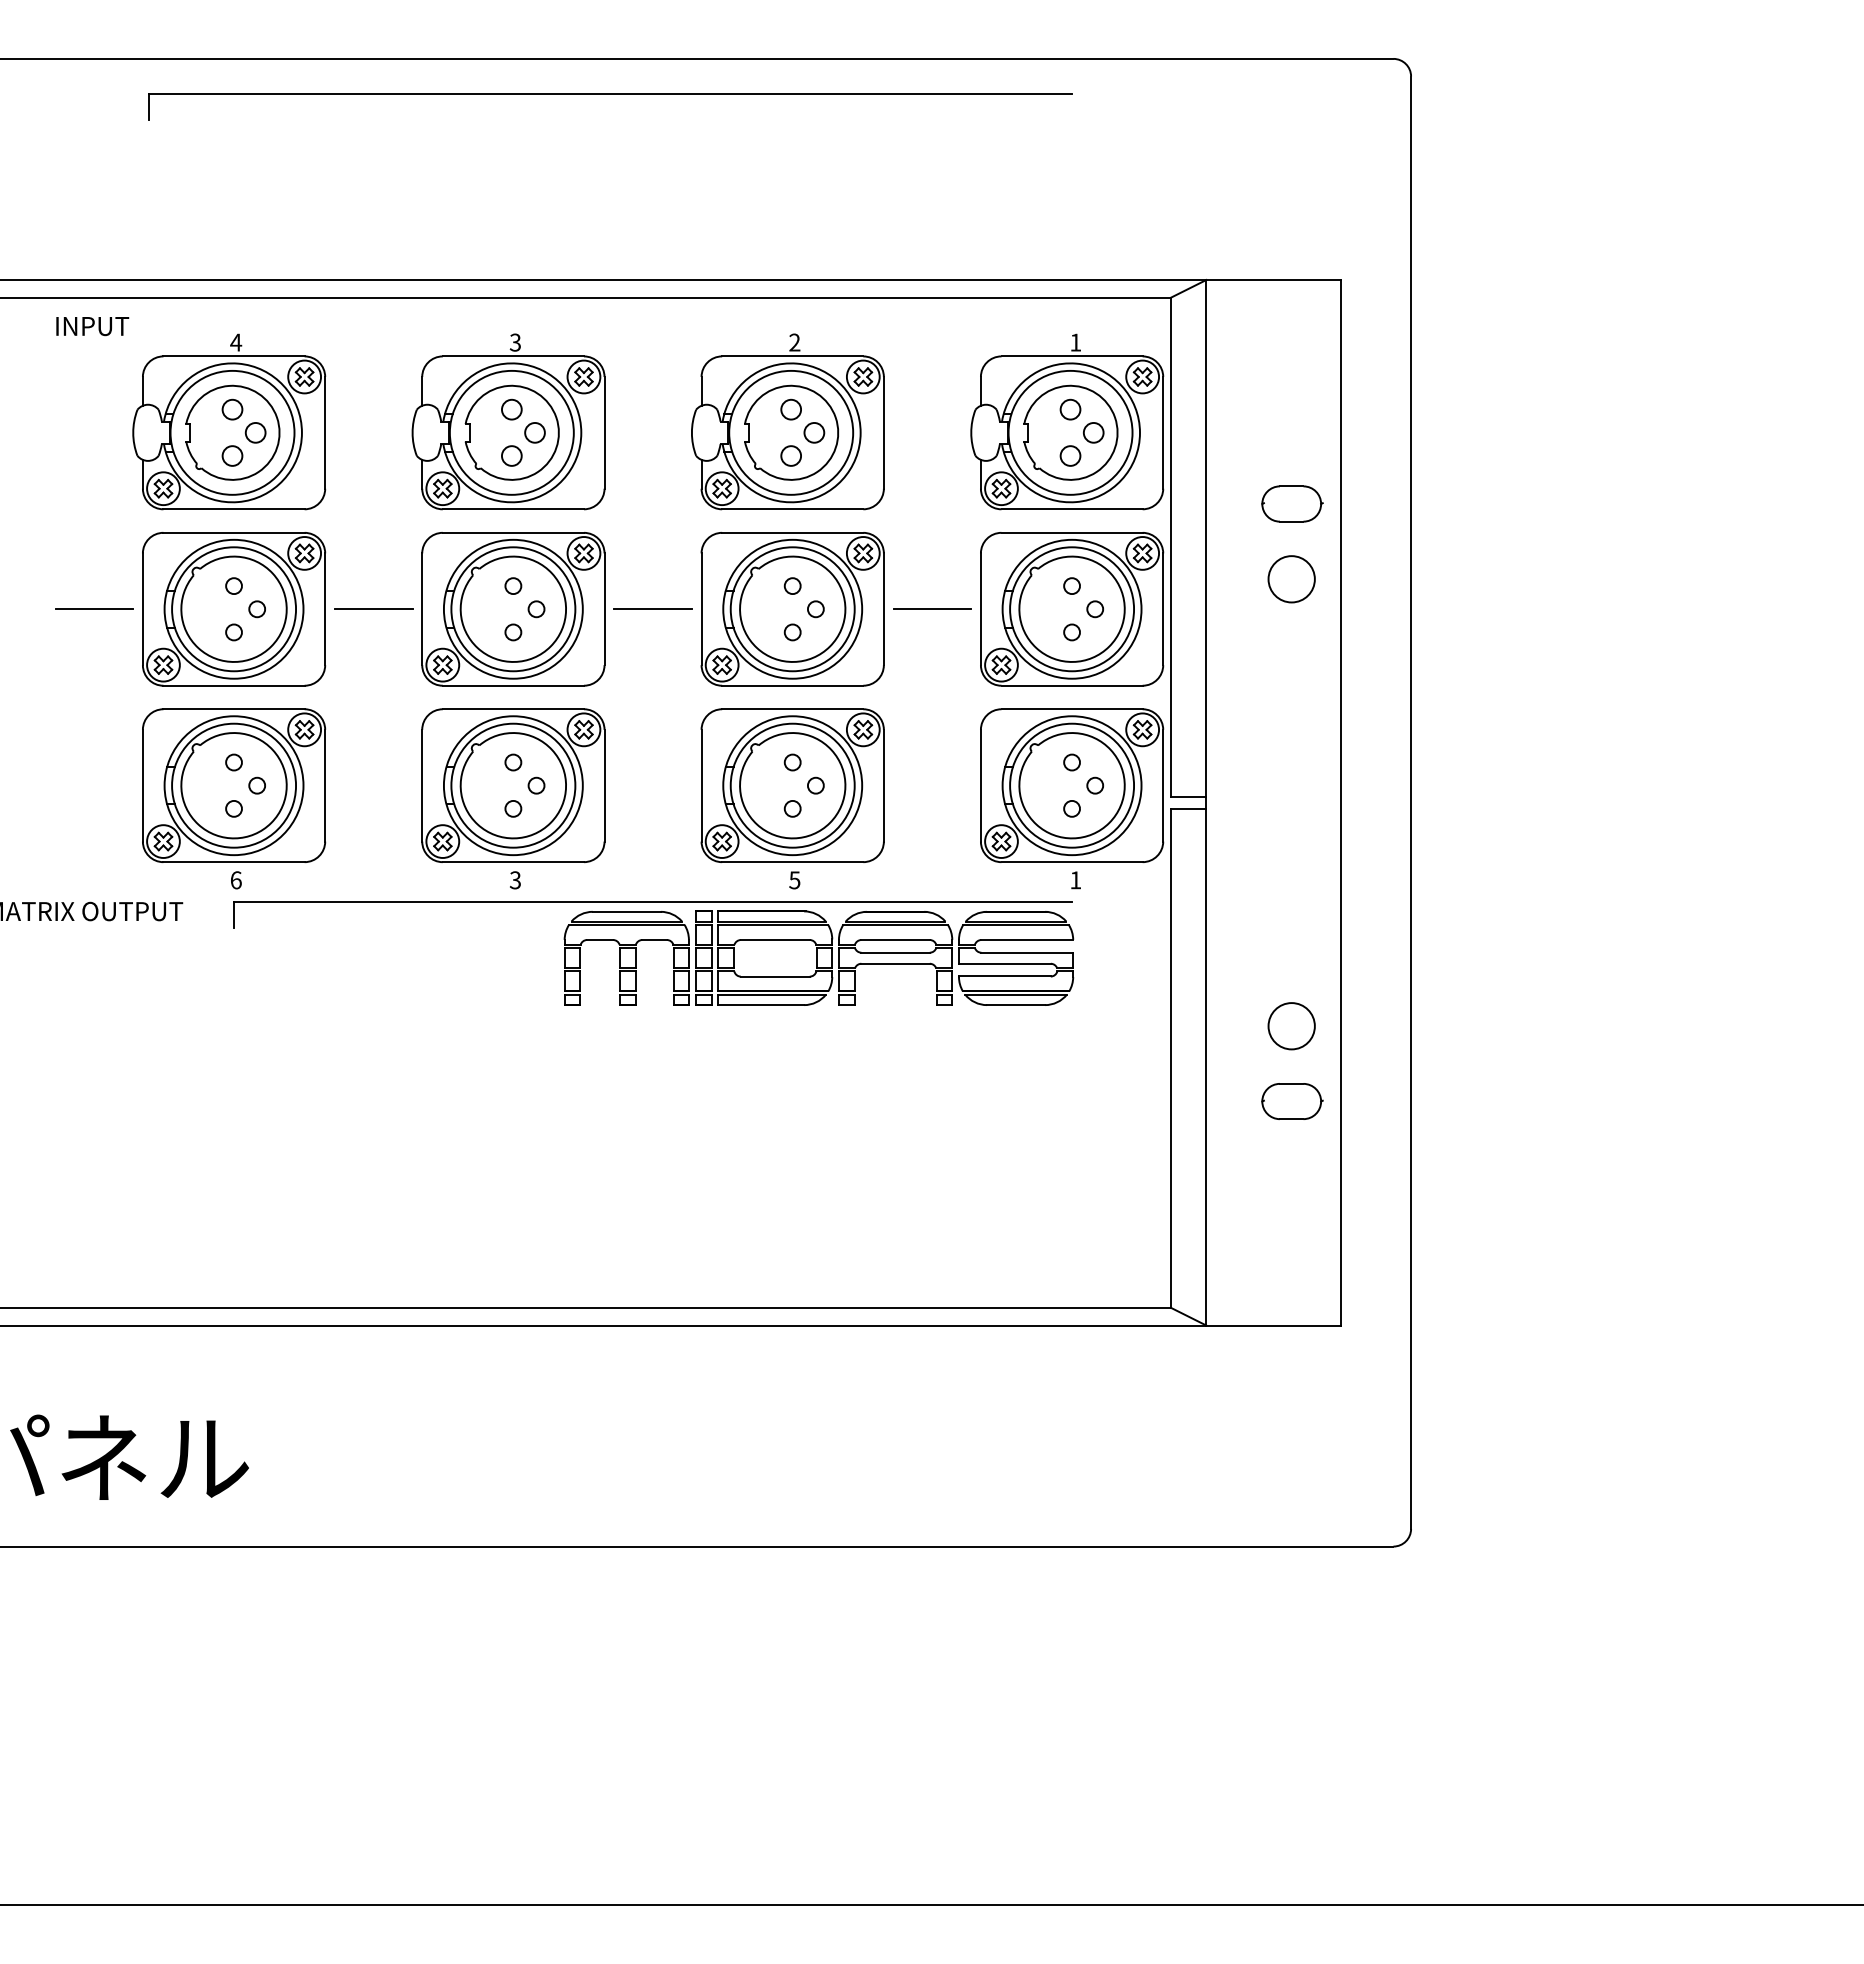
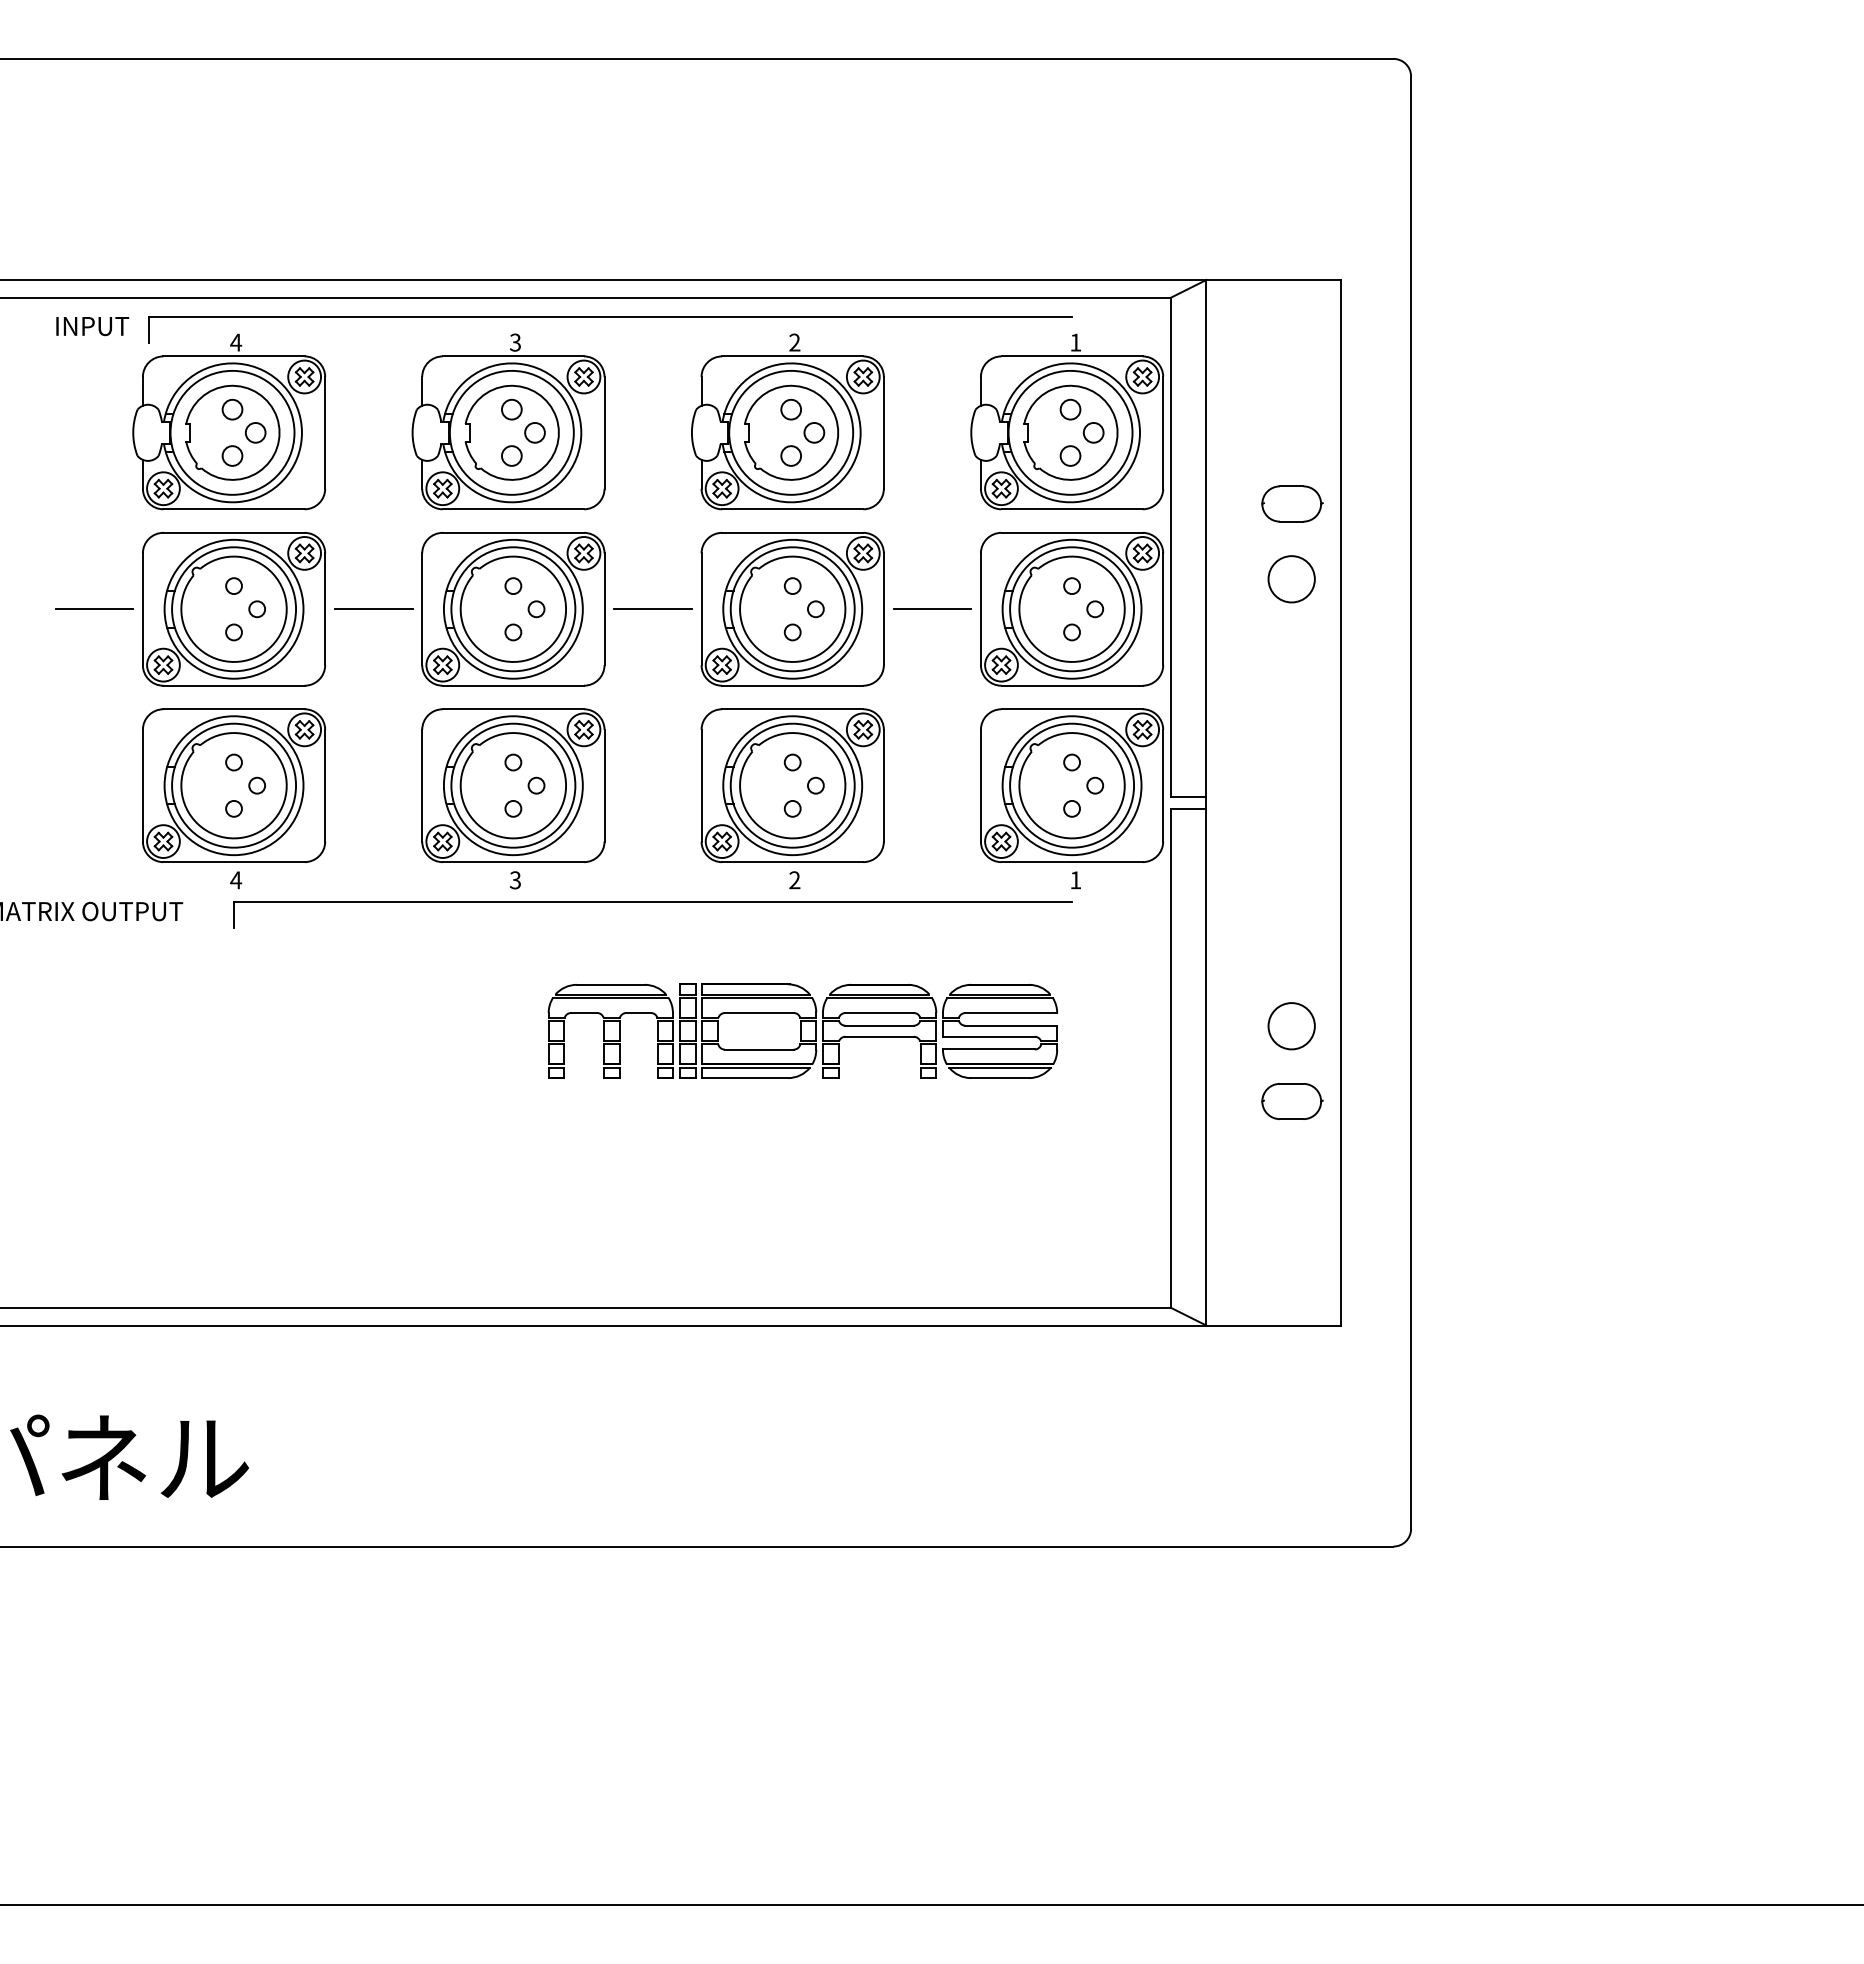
part at (610, 94) position: (610, 94) -> (610, 317)
text at (236, 880): 6 -> 4
text at (794, 880): 5 -> 2
part at (818, 957) position: (818, 957) -> (802, 1030)
